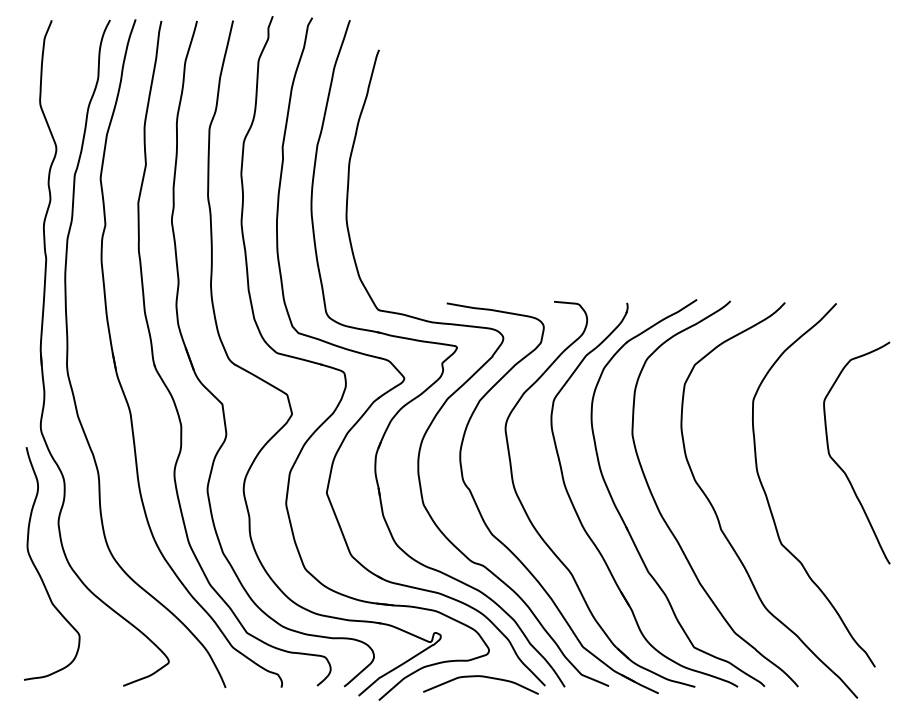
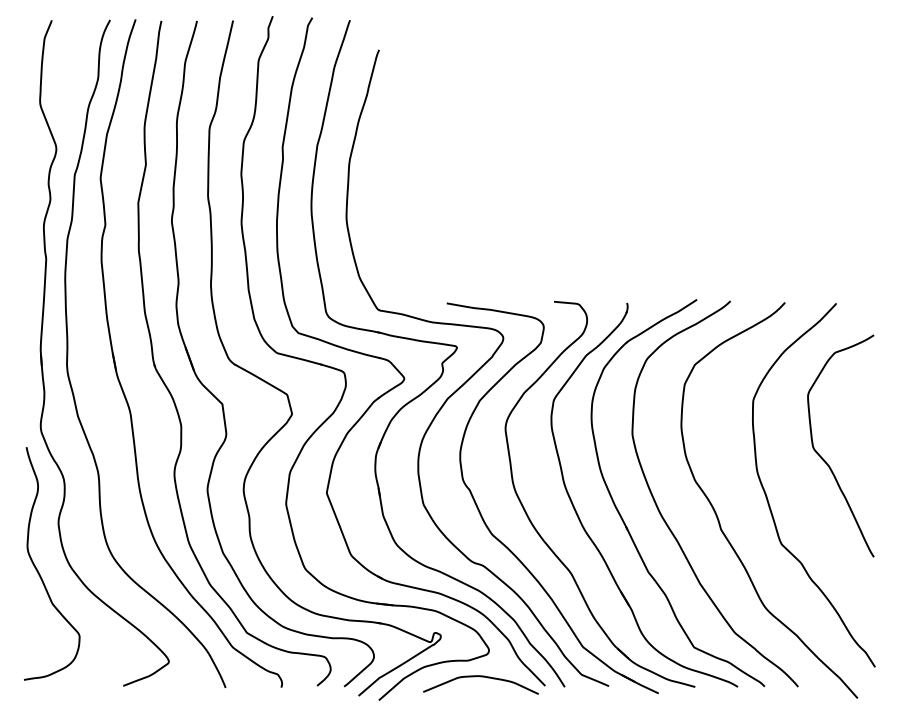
curve at (841, 467) position: (841, 467) -> (825, 460)
